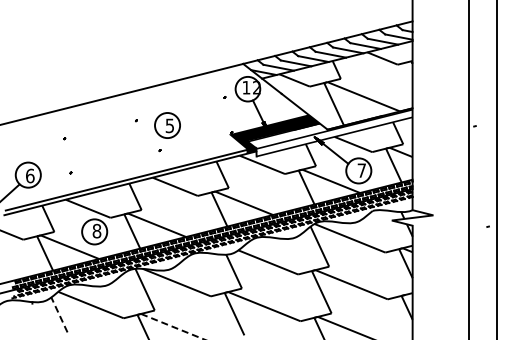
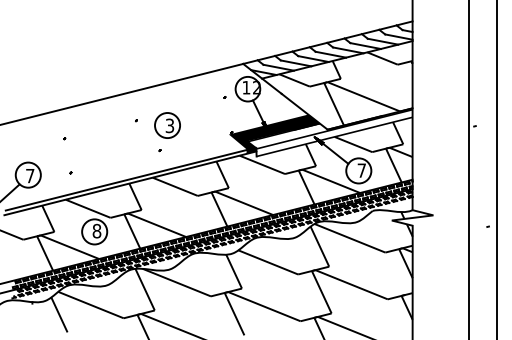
text at (170, 125): 5 -> 3
text at (30, 175): 6 -> 7
line at (59, 314): dashed -> solid
line at (173, 326): dashed -> solid
